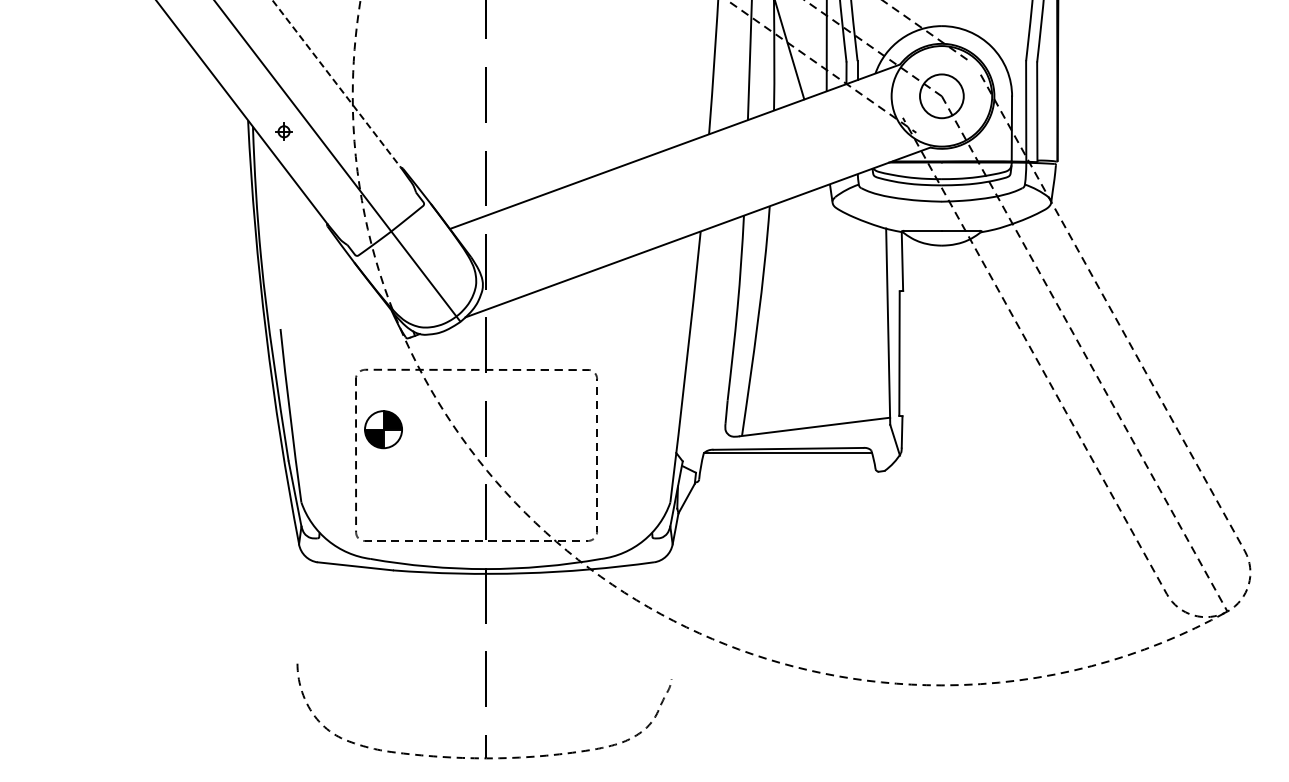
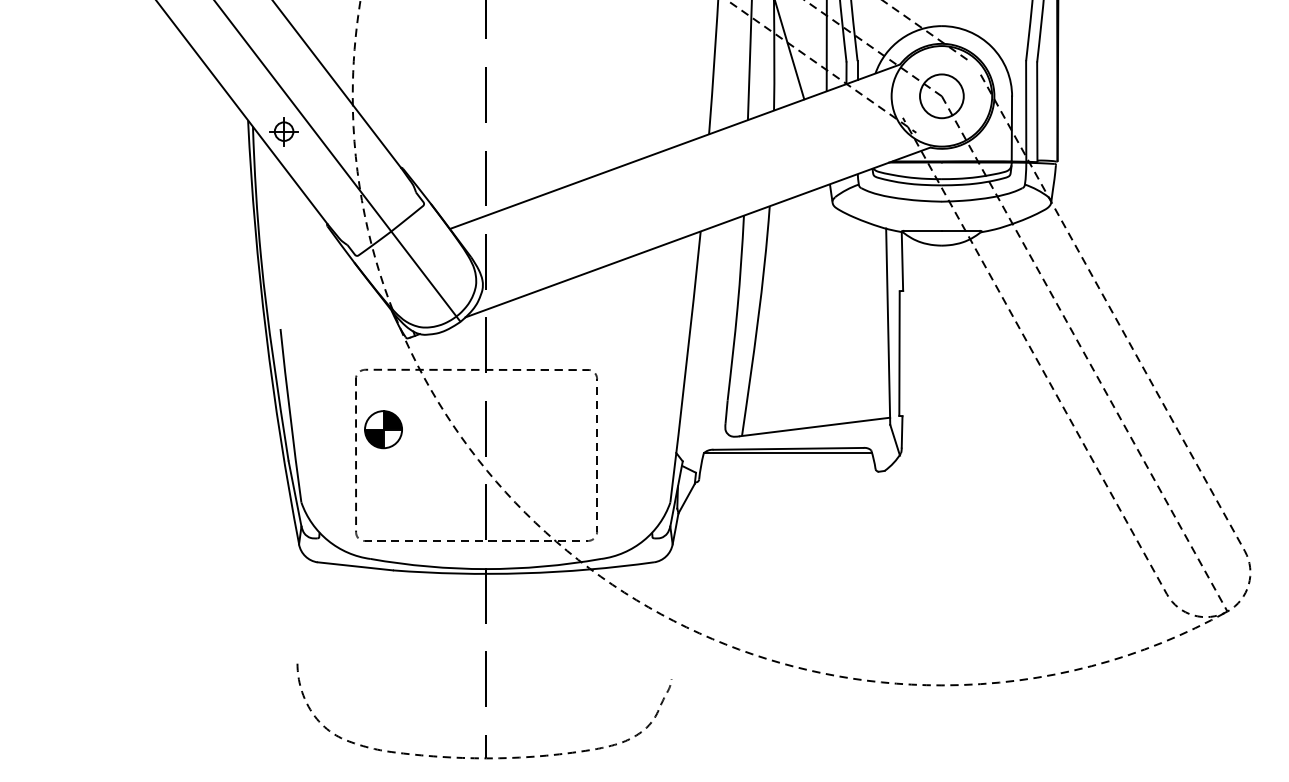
line at (336, 84): dashed -> solid
part at (283, 131) size: 18x19 px -> 30x30 px
